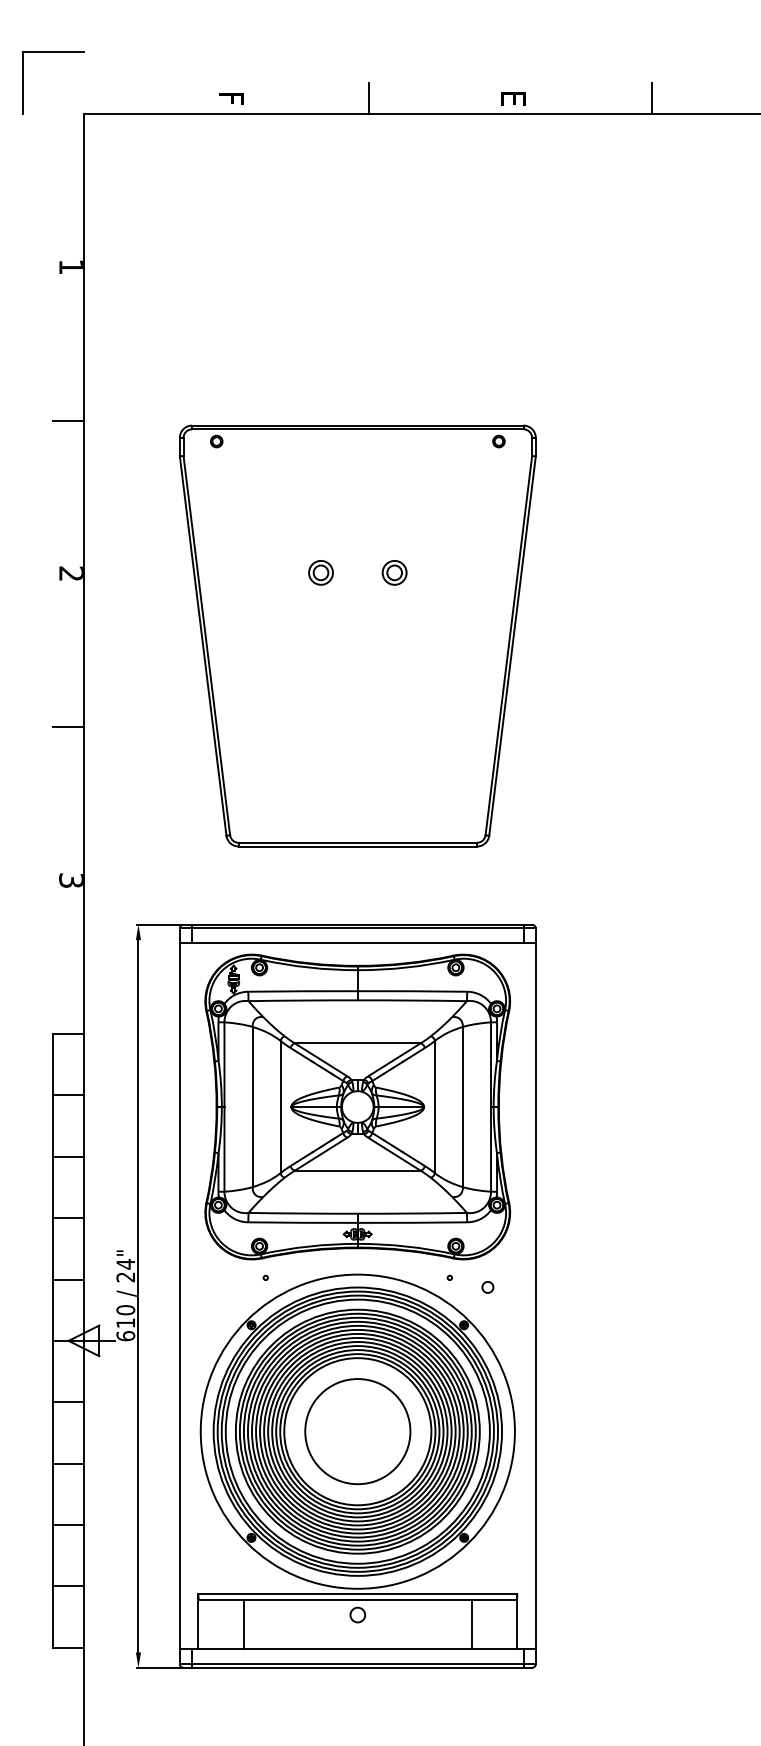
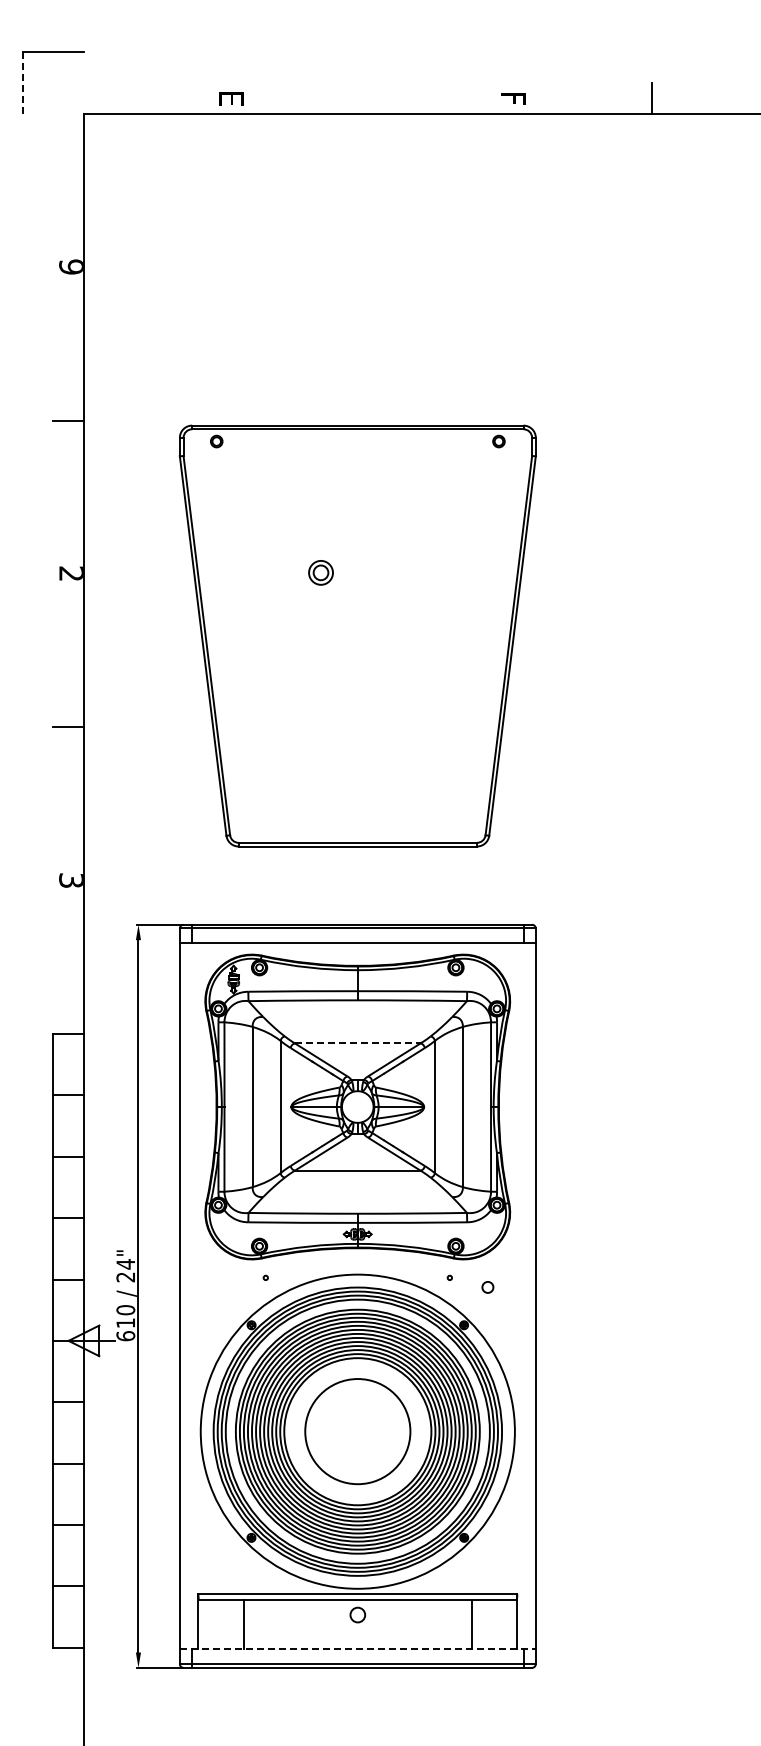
line at (22, 83): solid -> dashed
text at (231, 98): F -> E
line at (369, 98): present -> none
text at (513, 98): E -> F
text at (70, 266): 1 -> 9
part at (394, 572): present -> none
line at (357, 1043): solid -> dashed
line at (357, 1649): solid -> dashed
